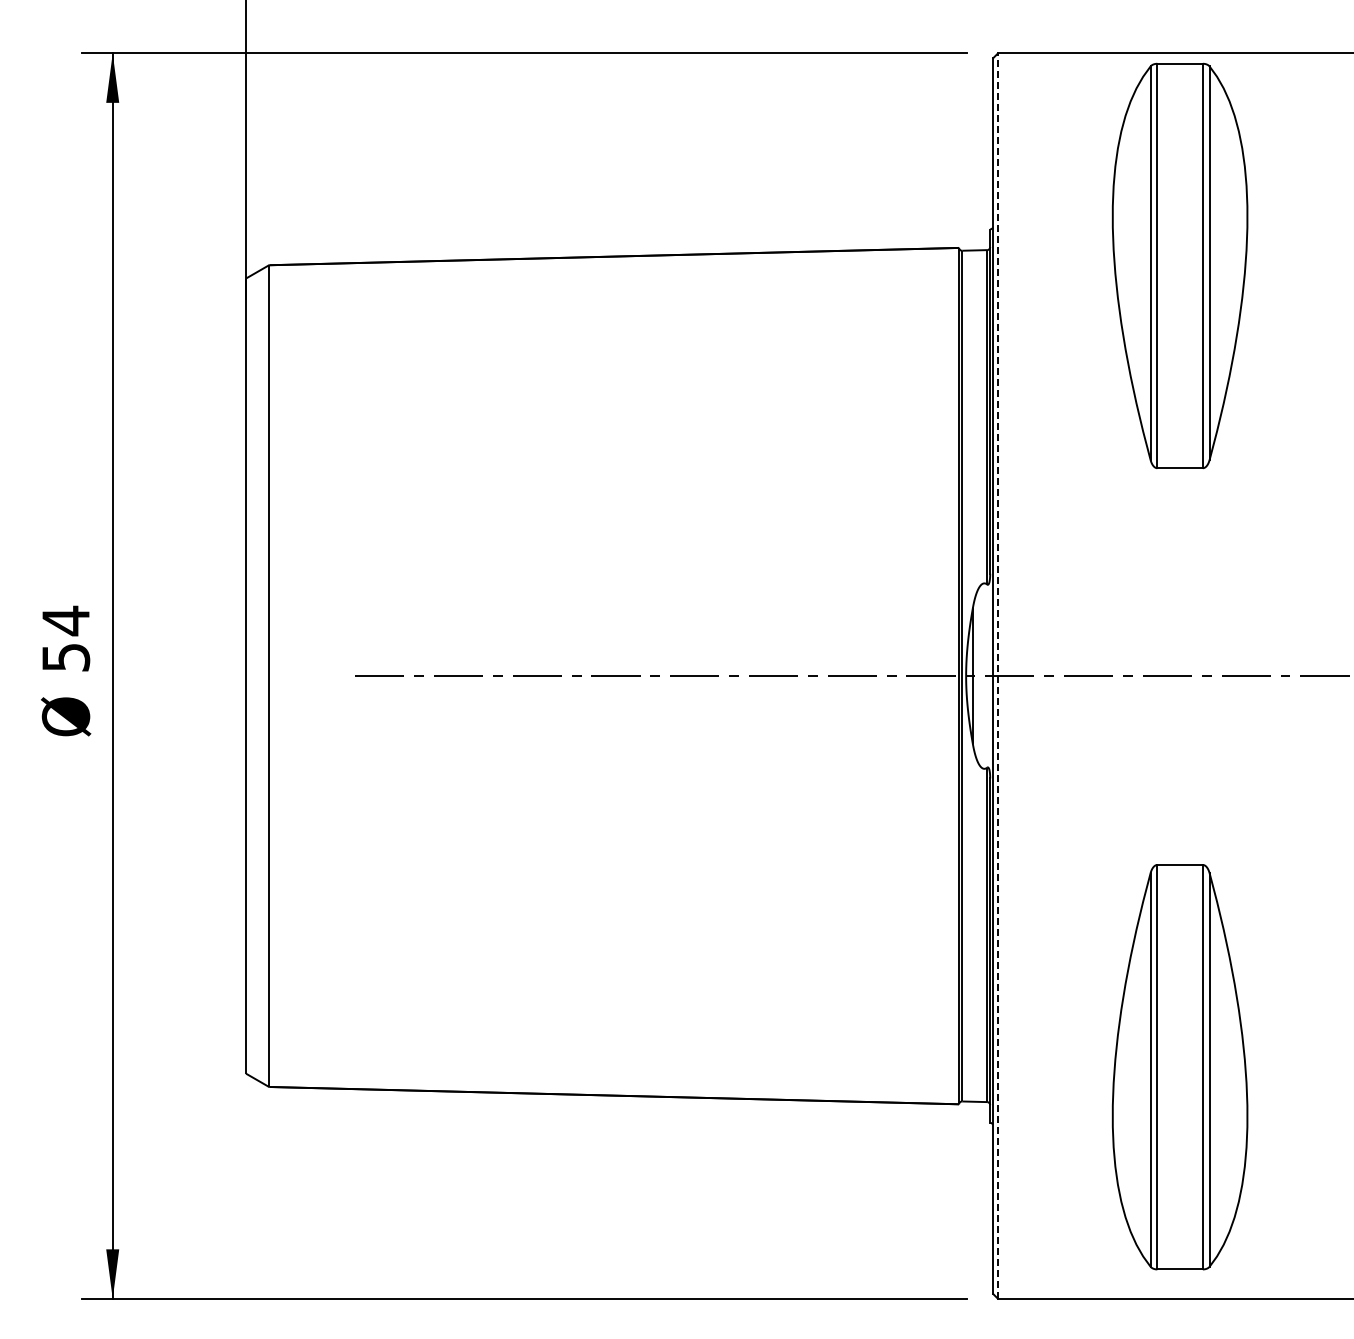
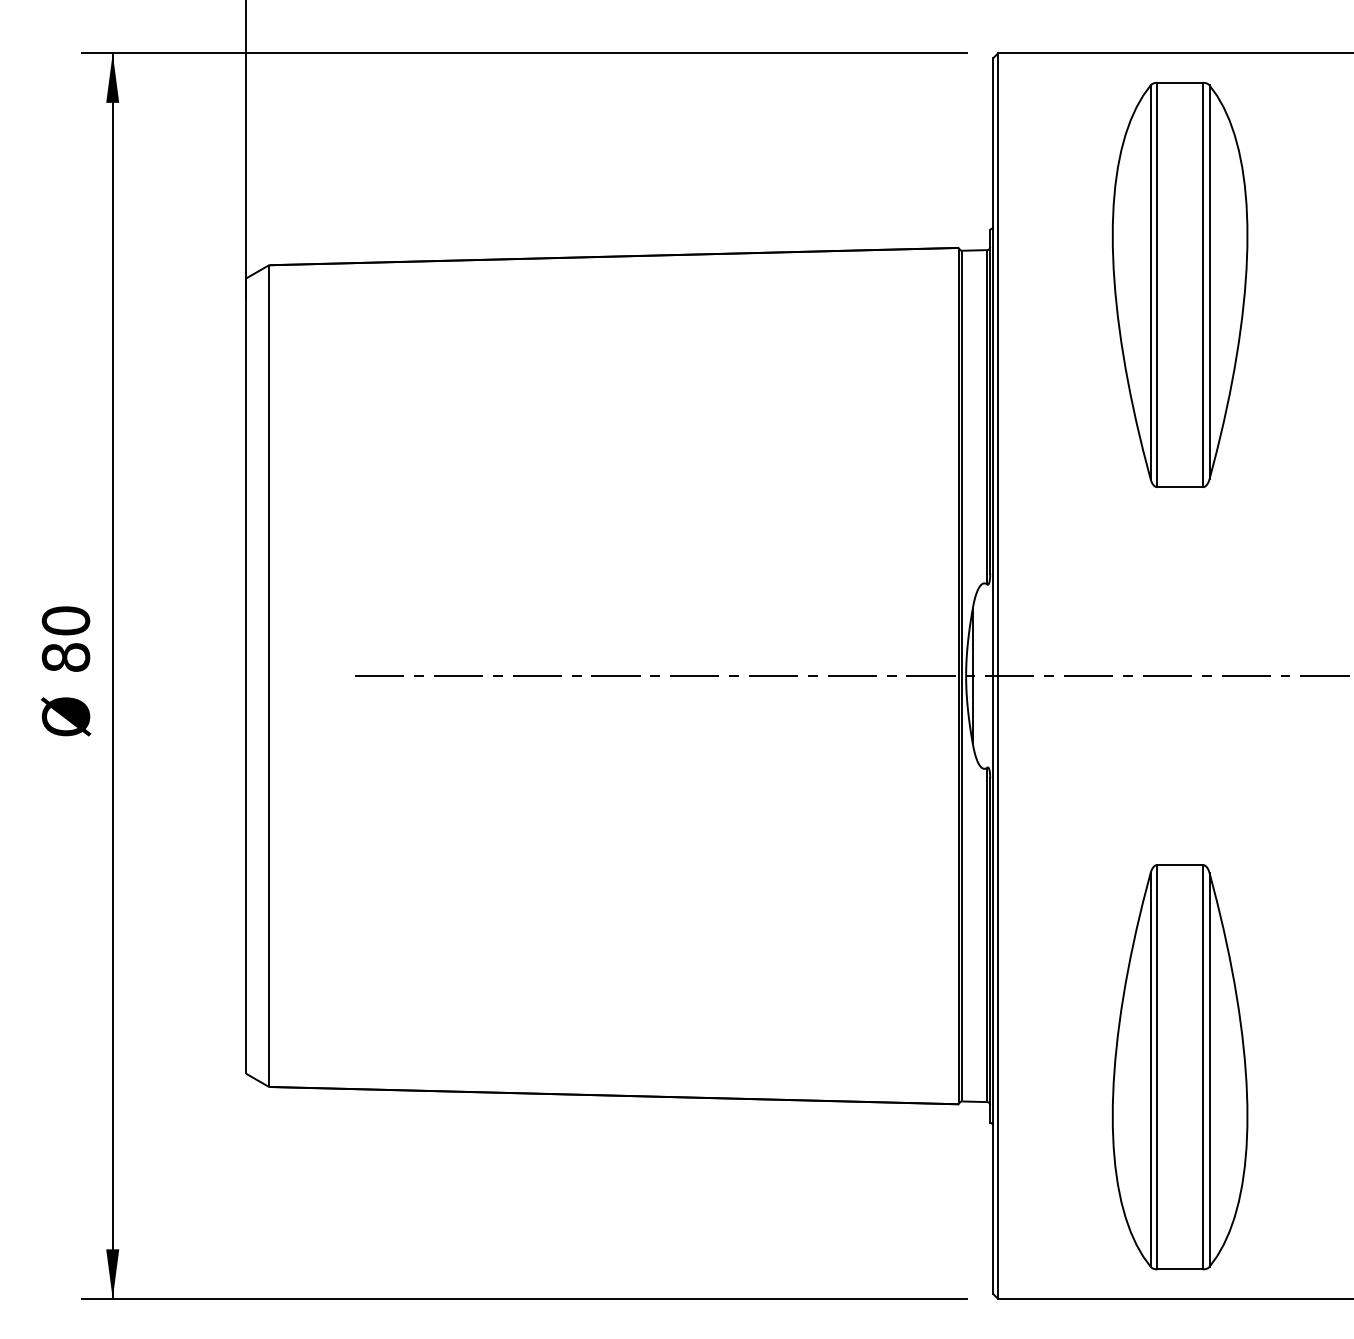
part at (1179, 265) position: (1179, 265) -> (1179, 284)
text at (65, 638): 54 -> 80
line at (997, 676): dashed -> solid
